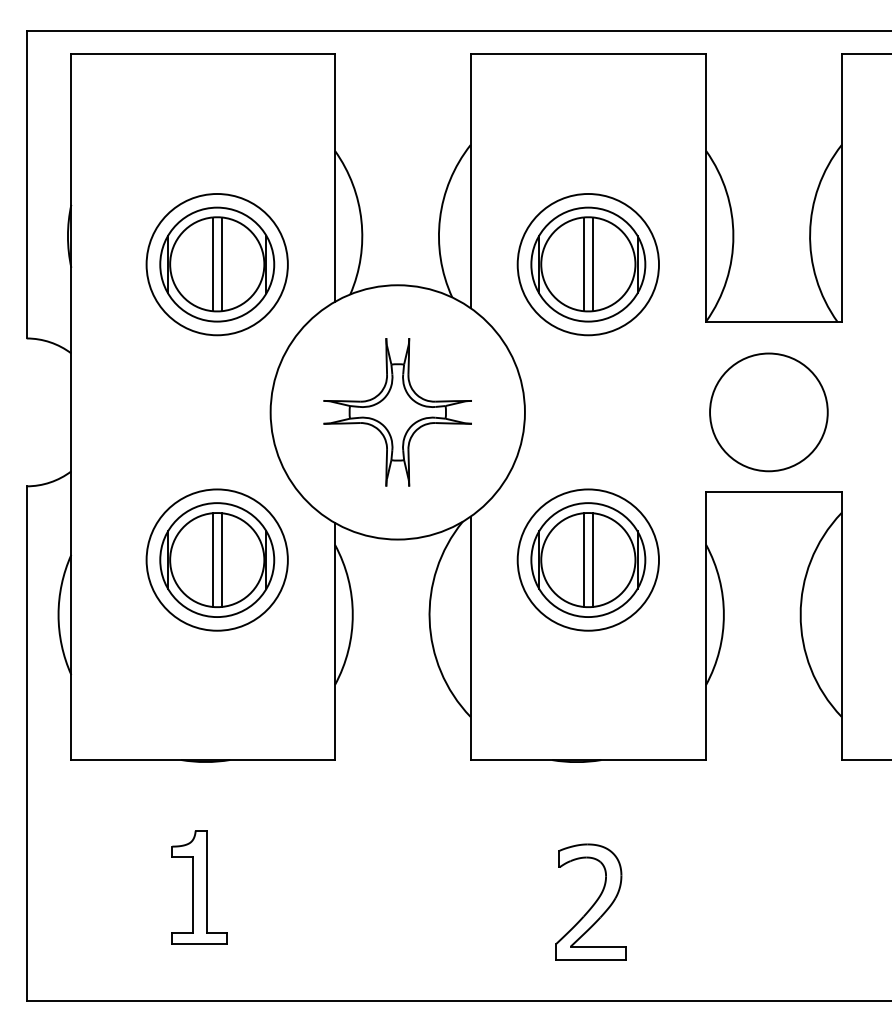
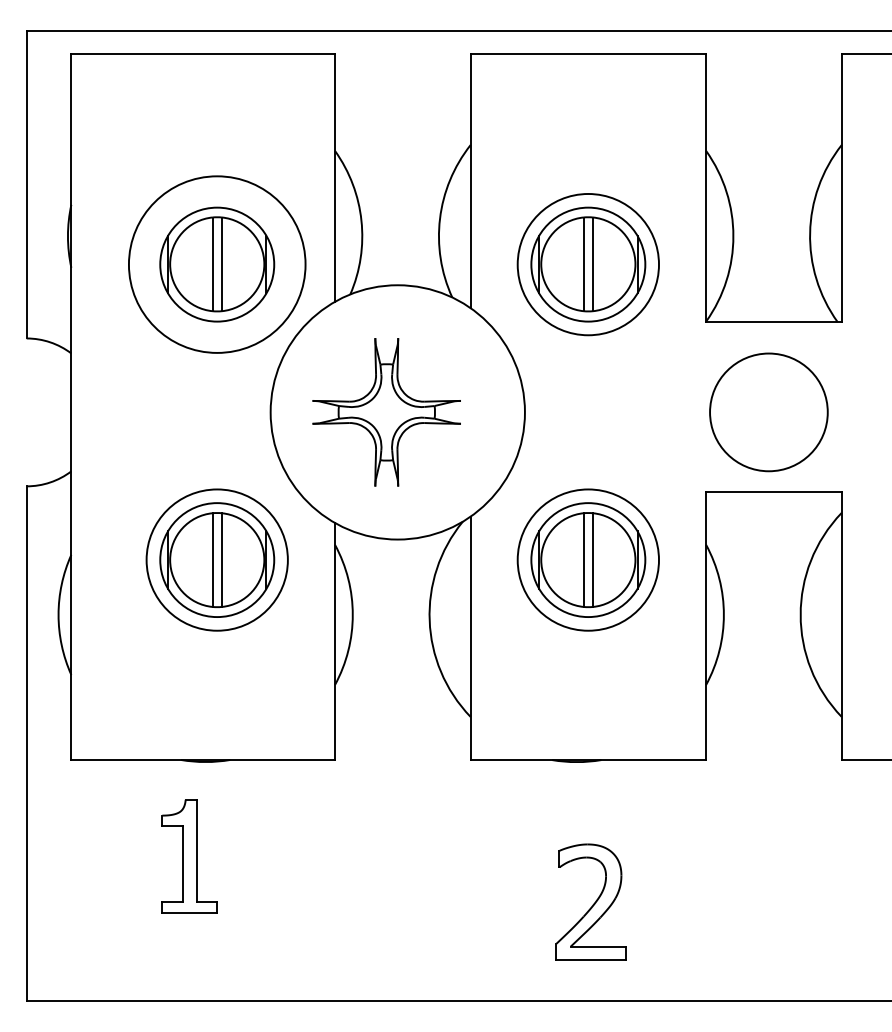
circle at (216, 264) diameter: 141 px -> 177 px
part at (397, 412) position: (397, 412) -> (386, 412)
part at (199, 887) position: (199, 887) -> (189, 856)
